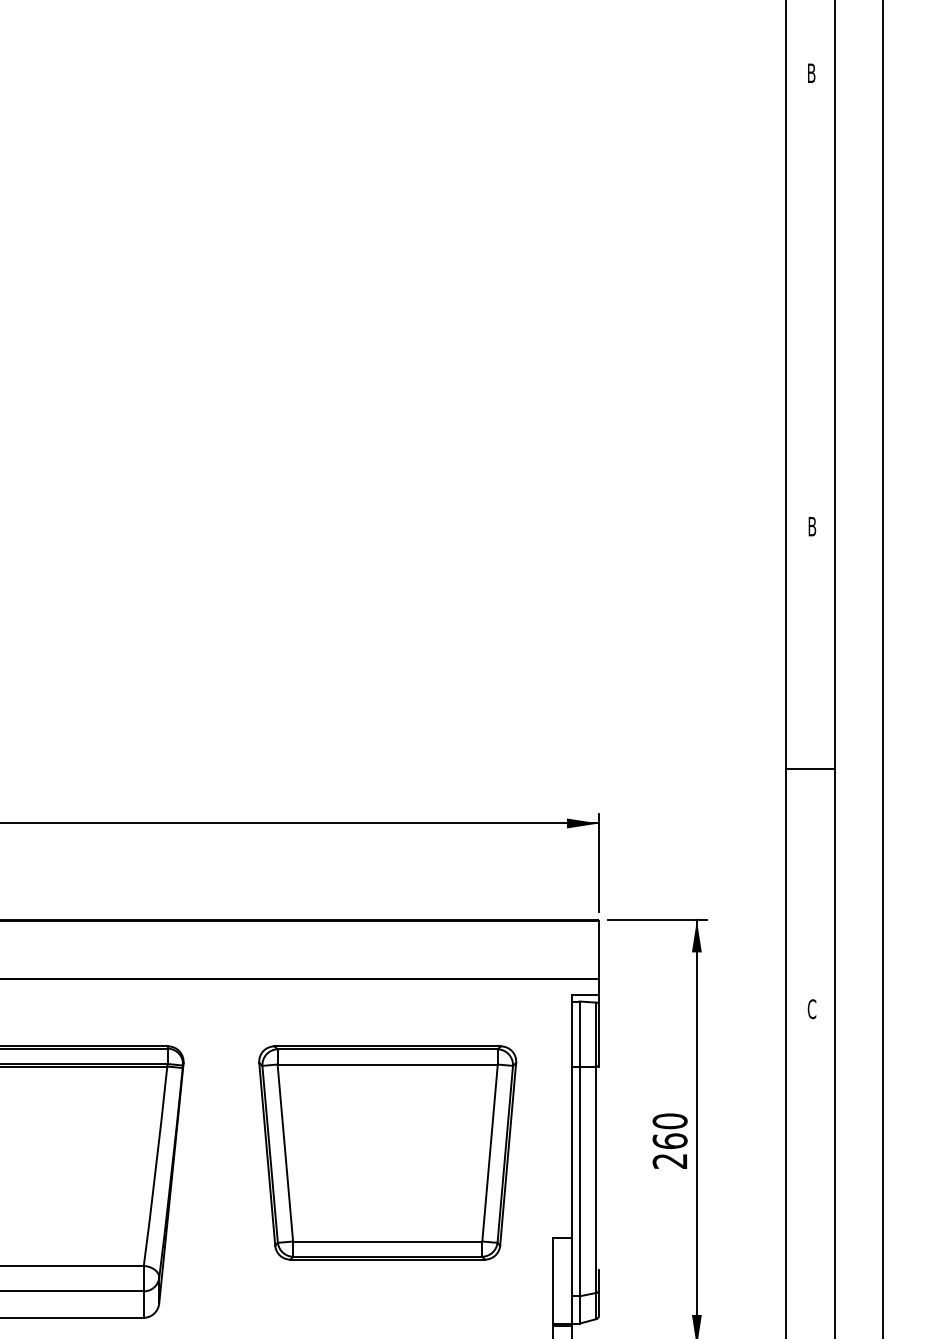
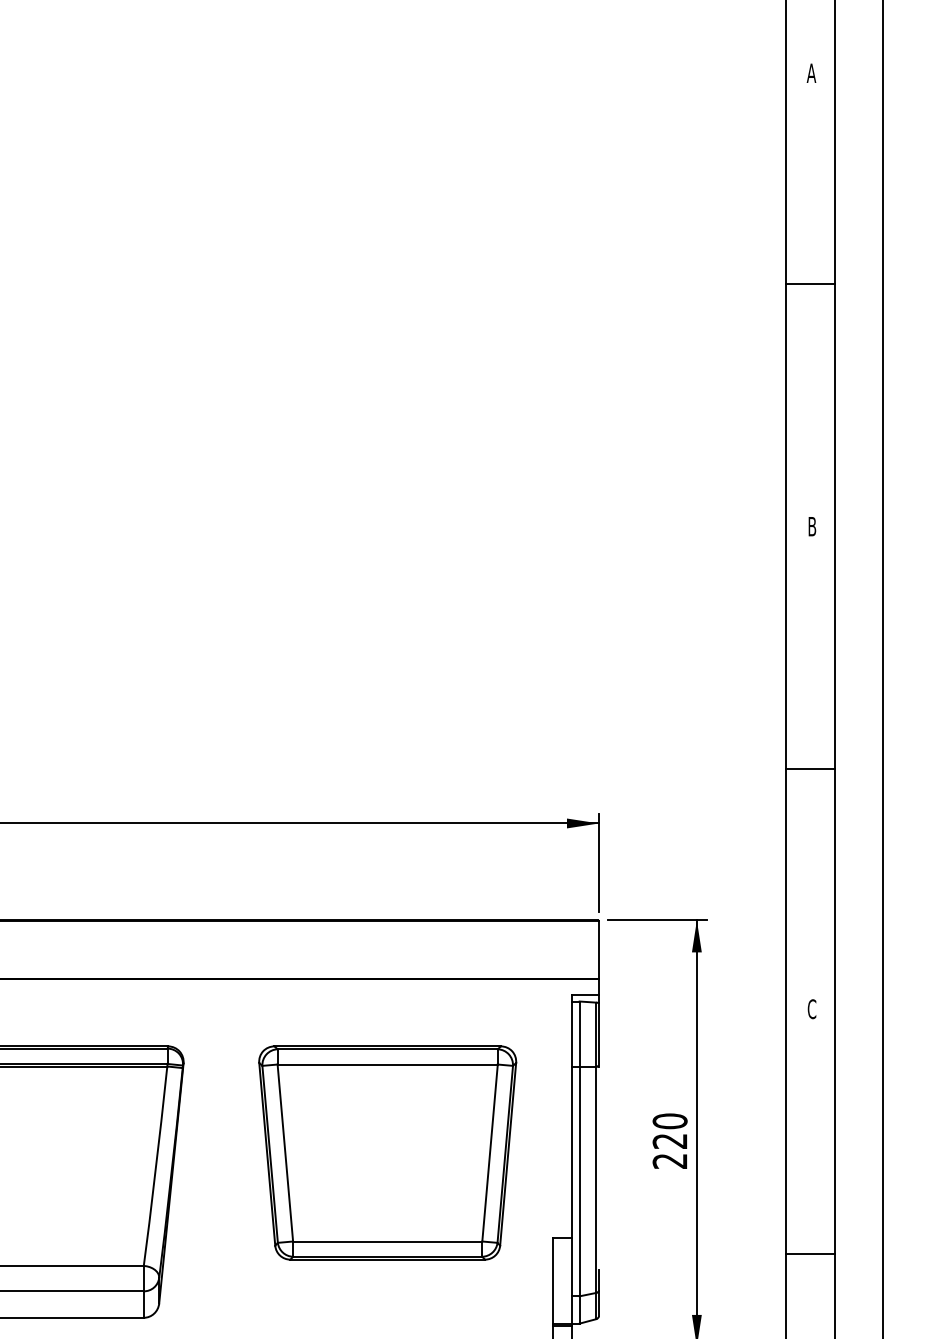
text at (811, 72): B -> A
line at (810, 284): none -> present
text at (669, 1140): 260 -> 220
line at (810, 1253): none -> present
